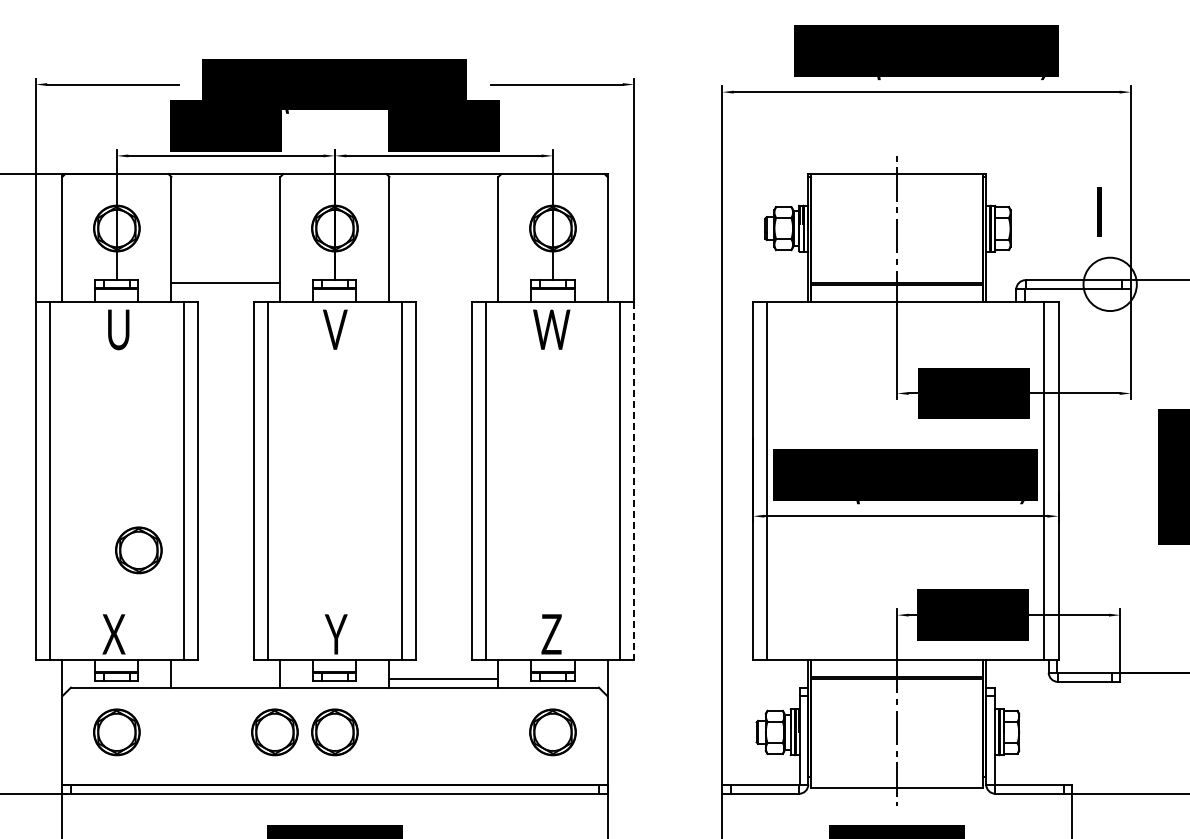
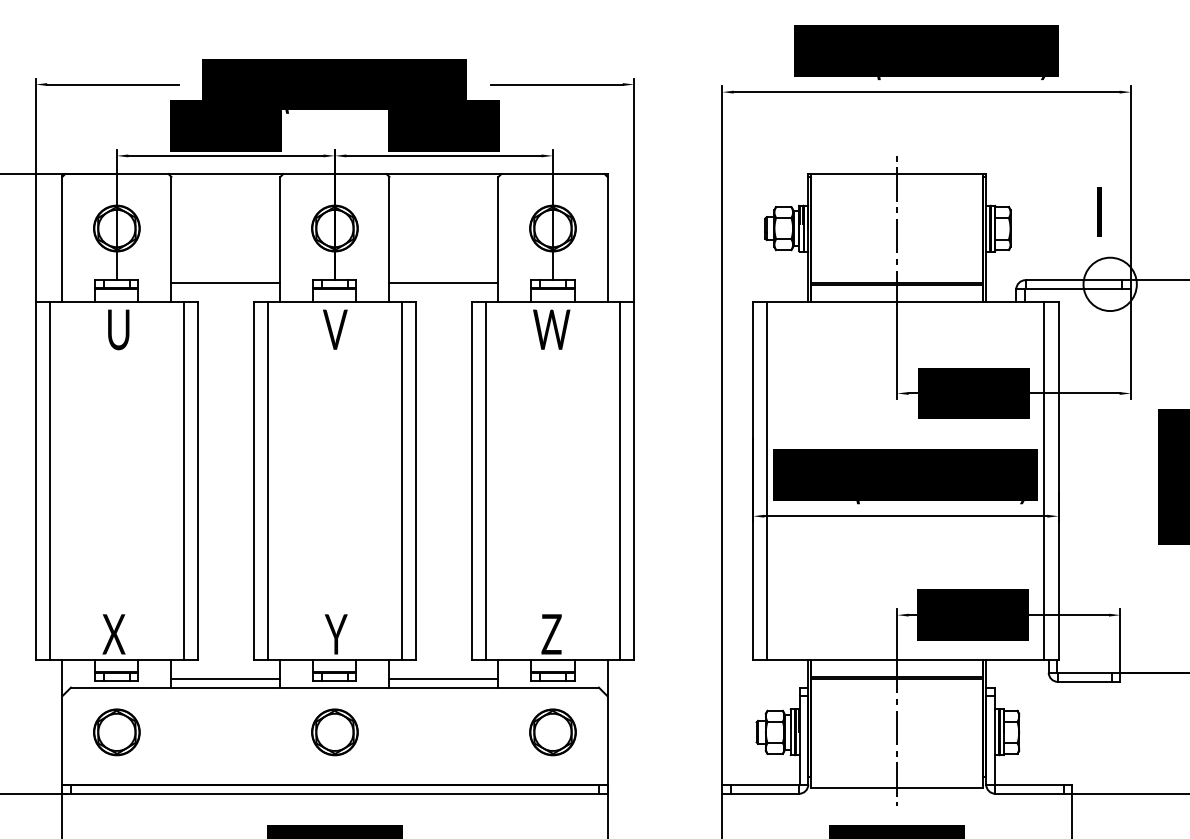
line at (443, 283): none -> present
line at (634, 481): dashed -> solid
part at (138, 550): present -> none
line at (225, 679): none -> present
part at (274, 732): present -> none
